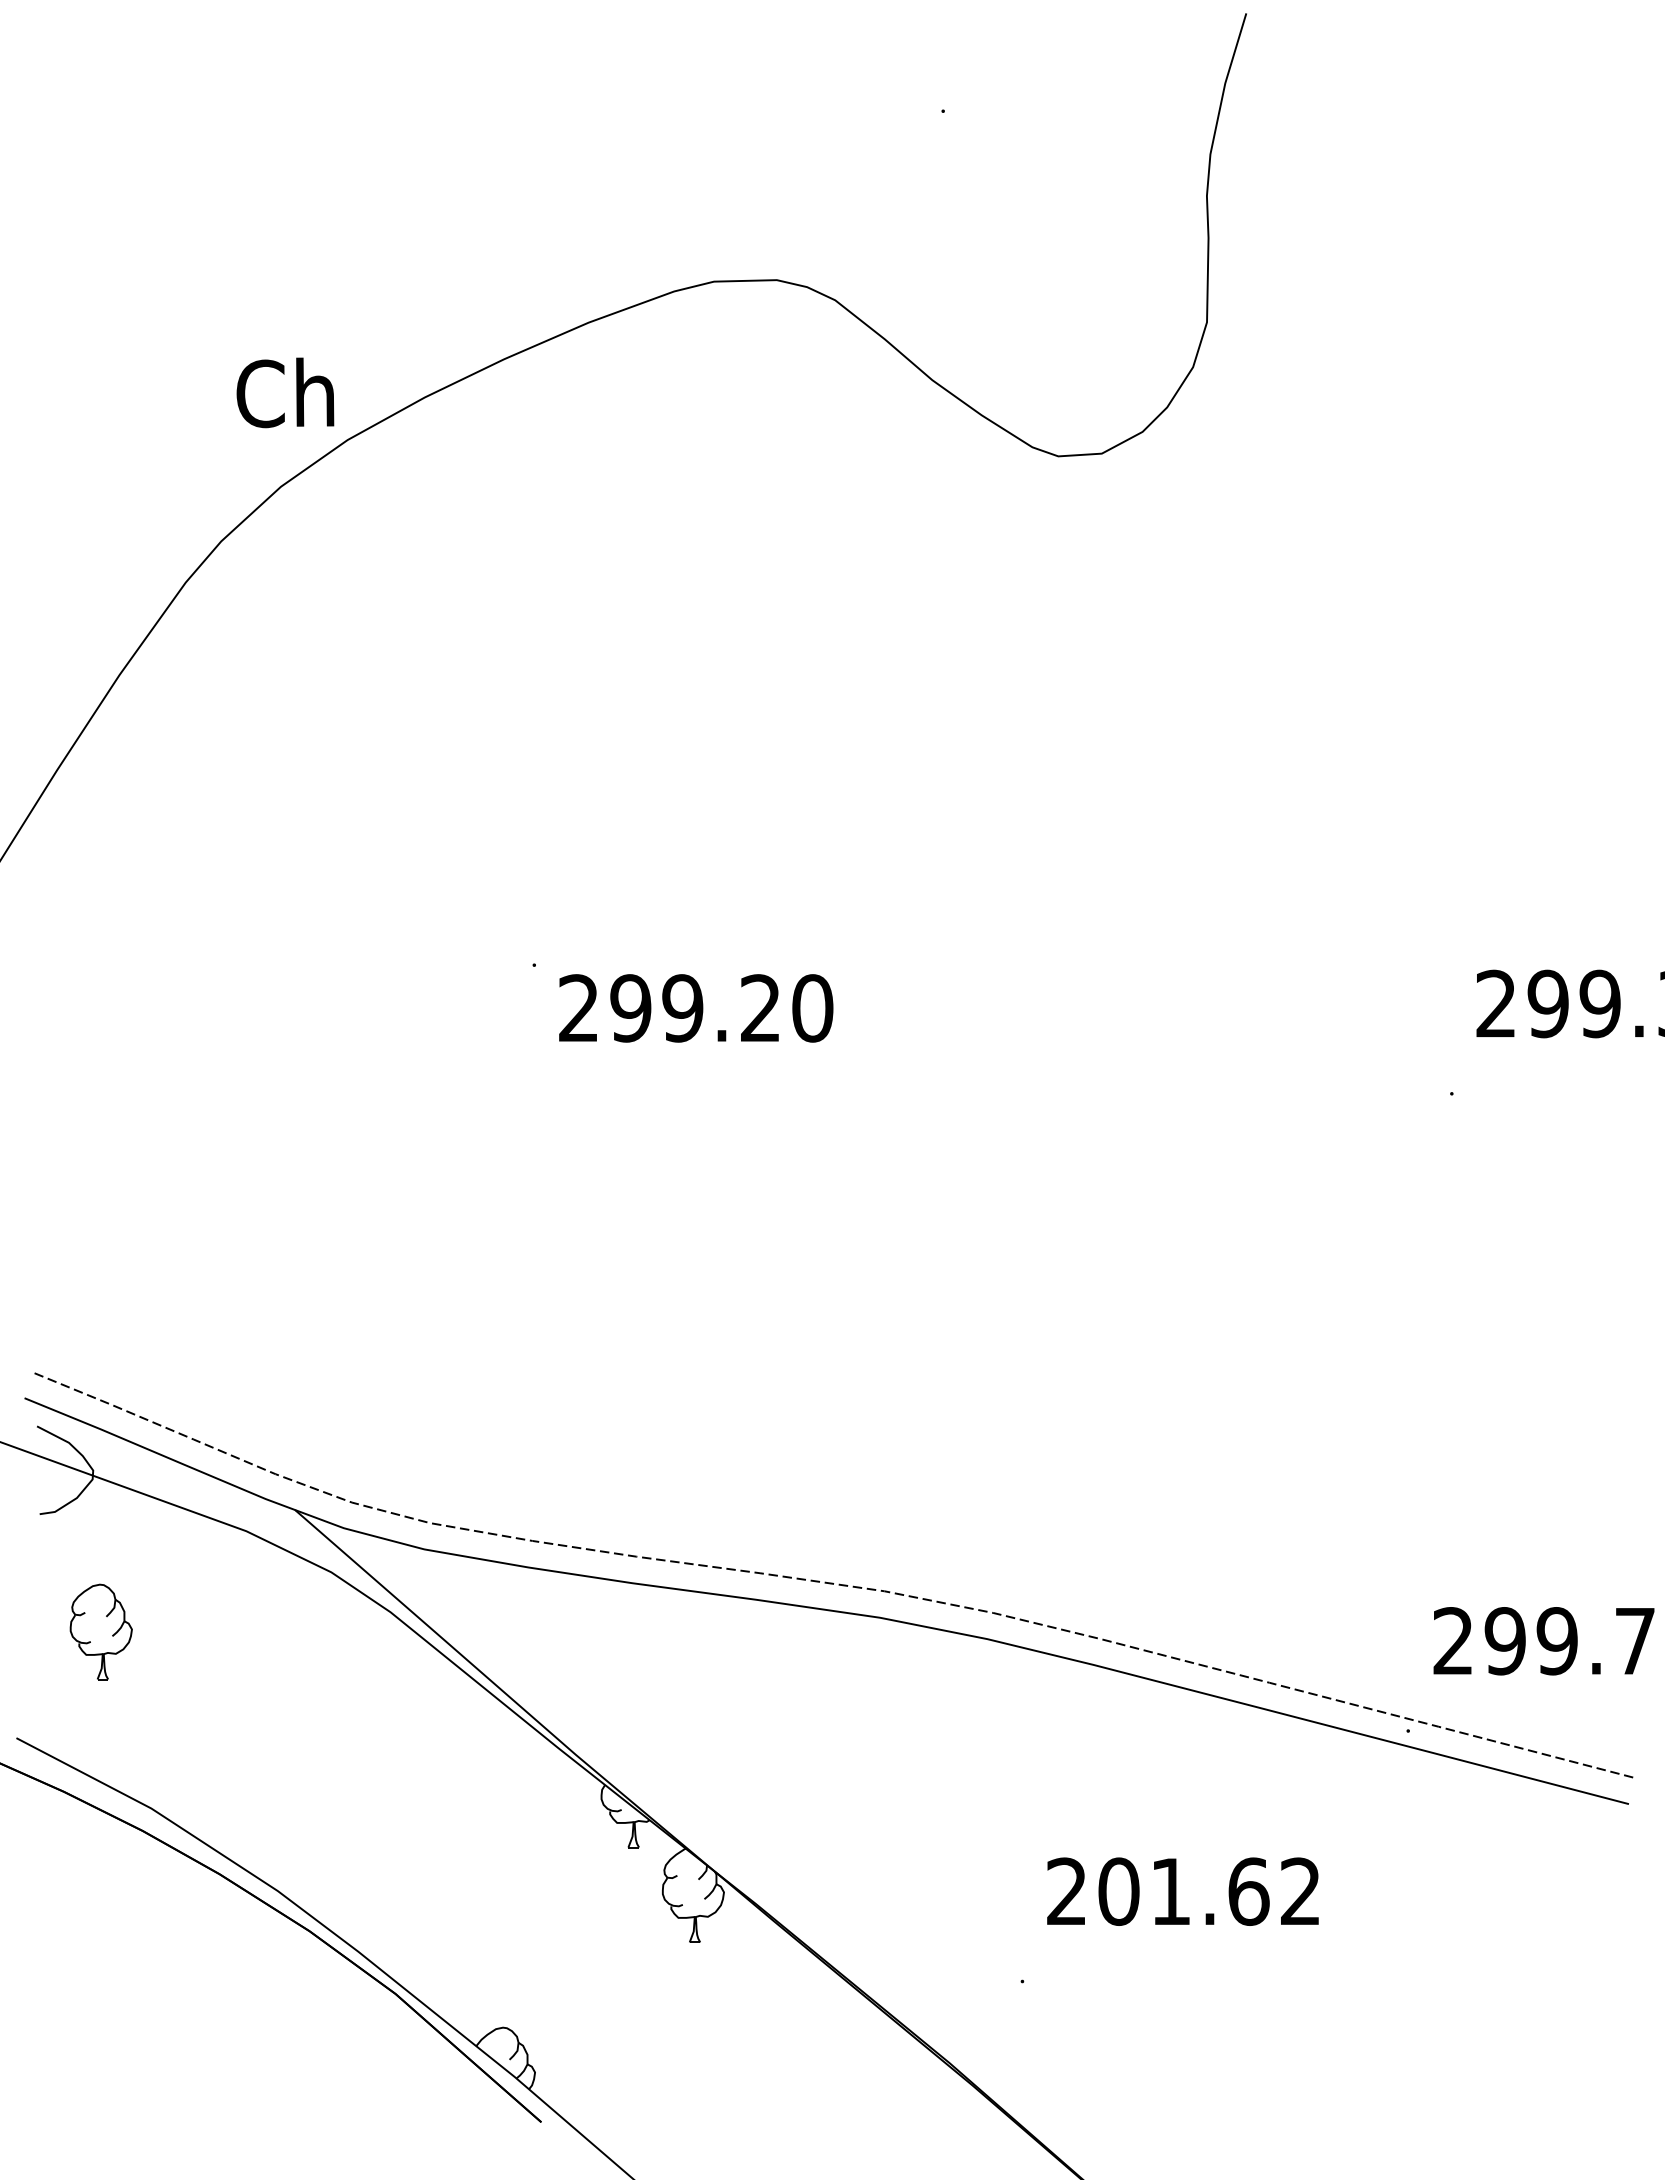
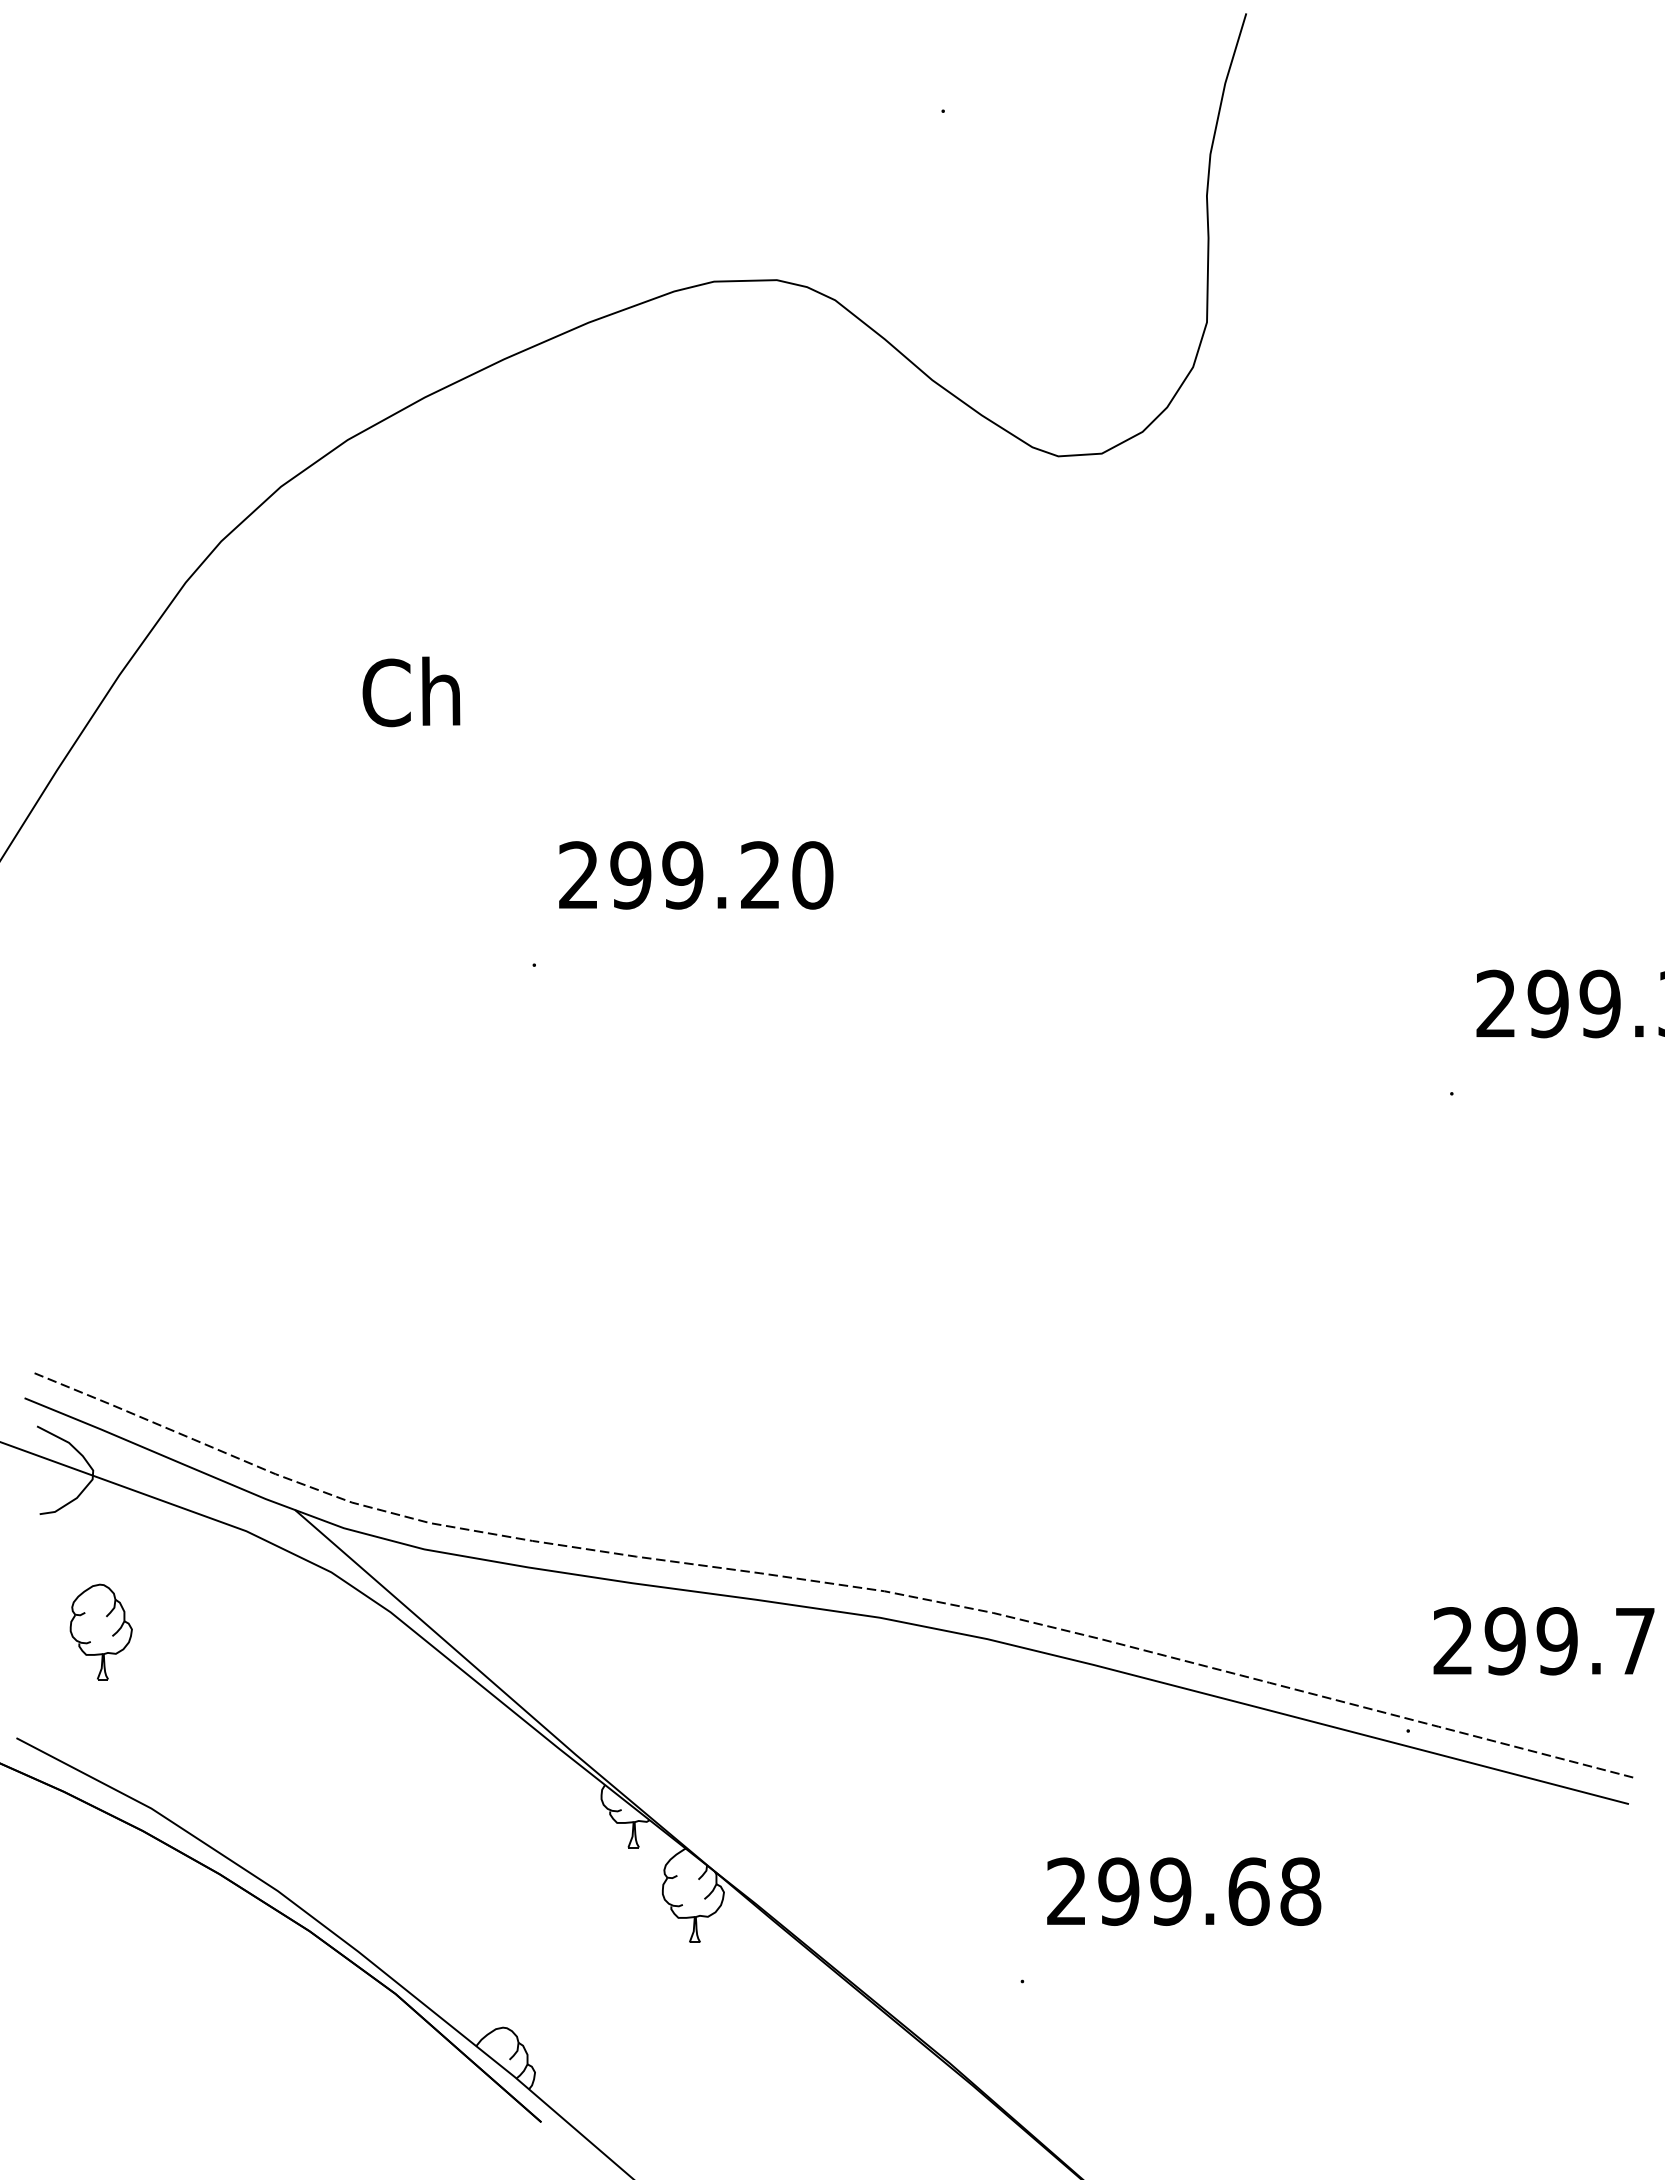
text at (285, 392) position: (285, 392) -> (411, 691)
text at (696, 1008) position: (696, 1008) -> (696, 875)
text at (1209, 1891): 201.62 -> 299.68
